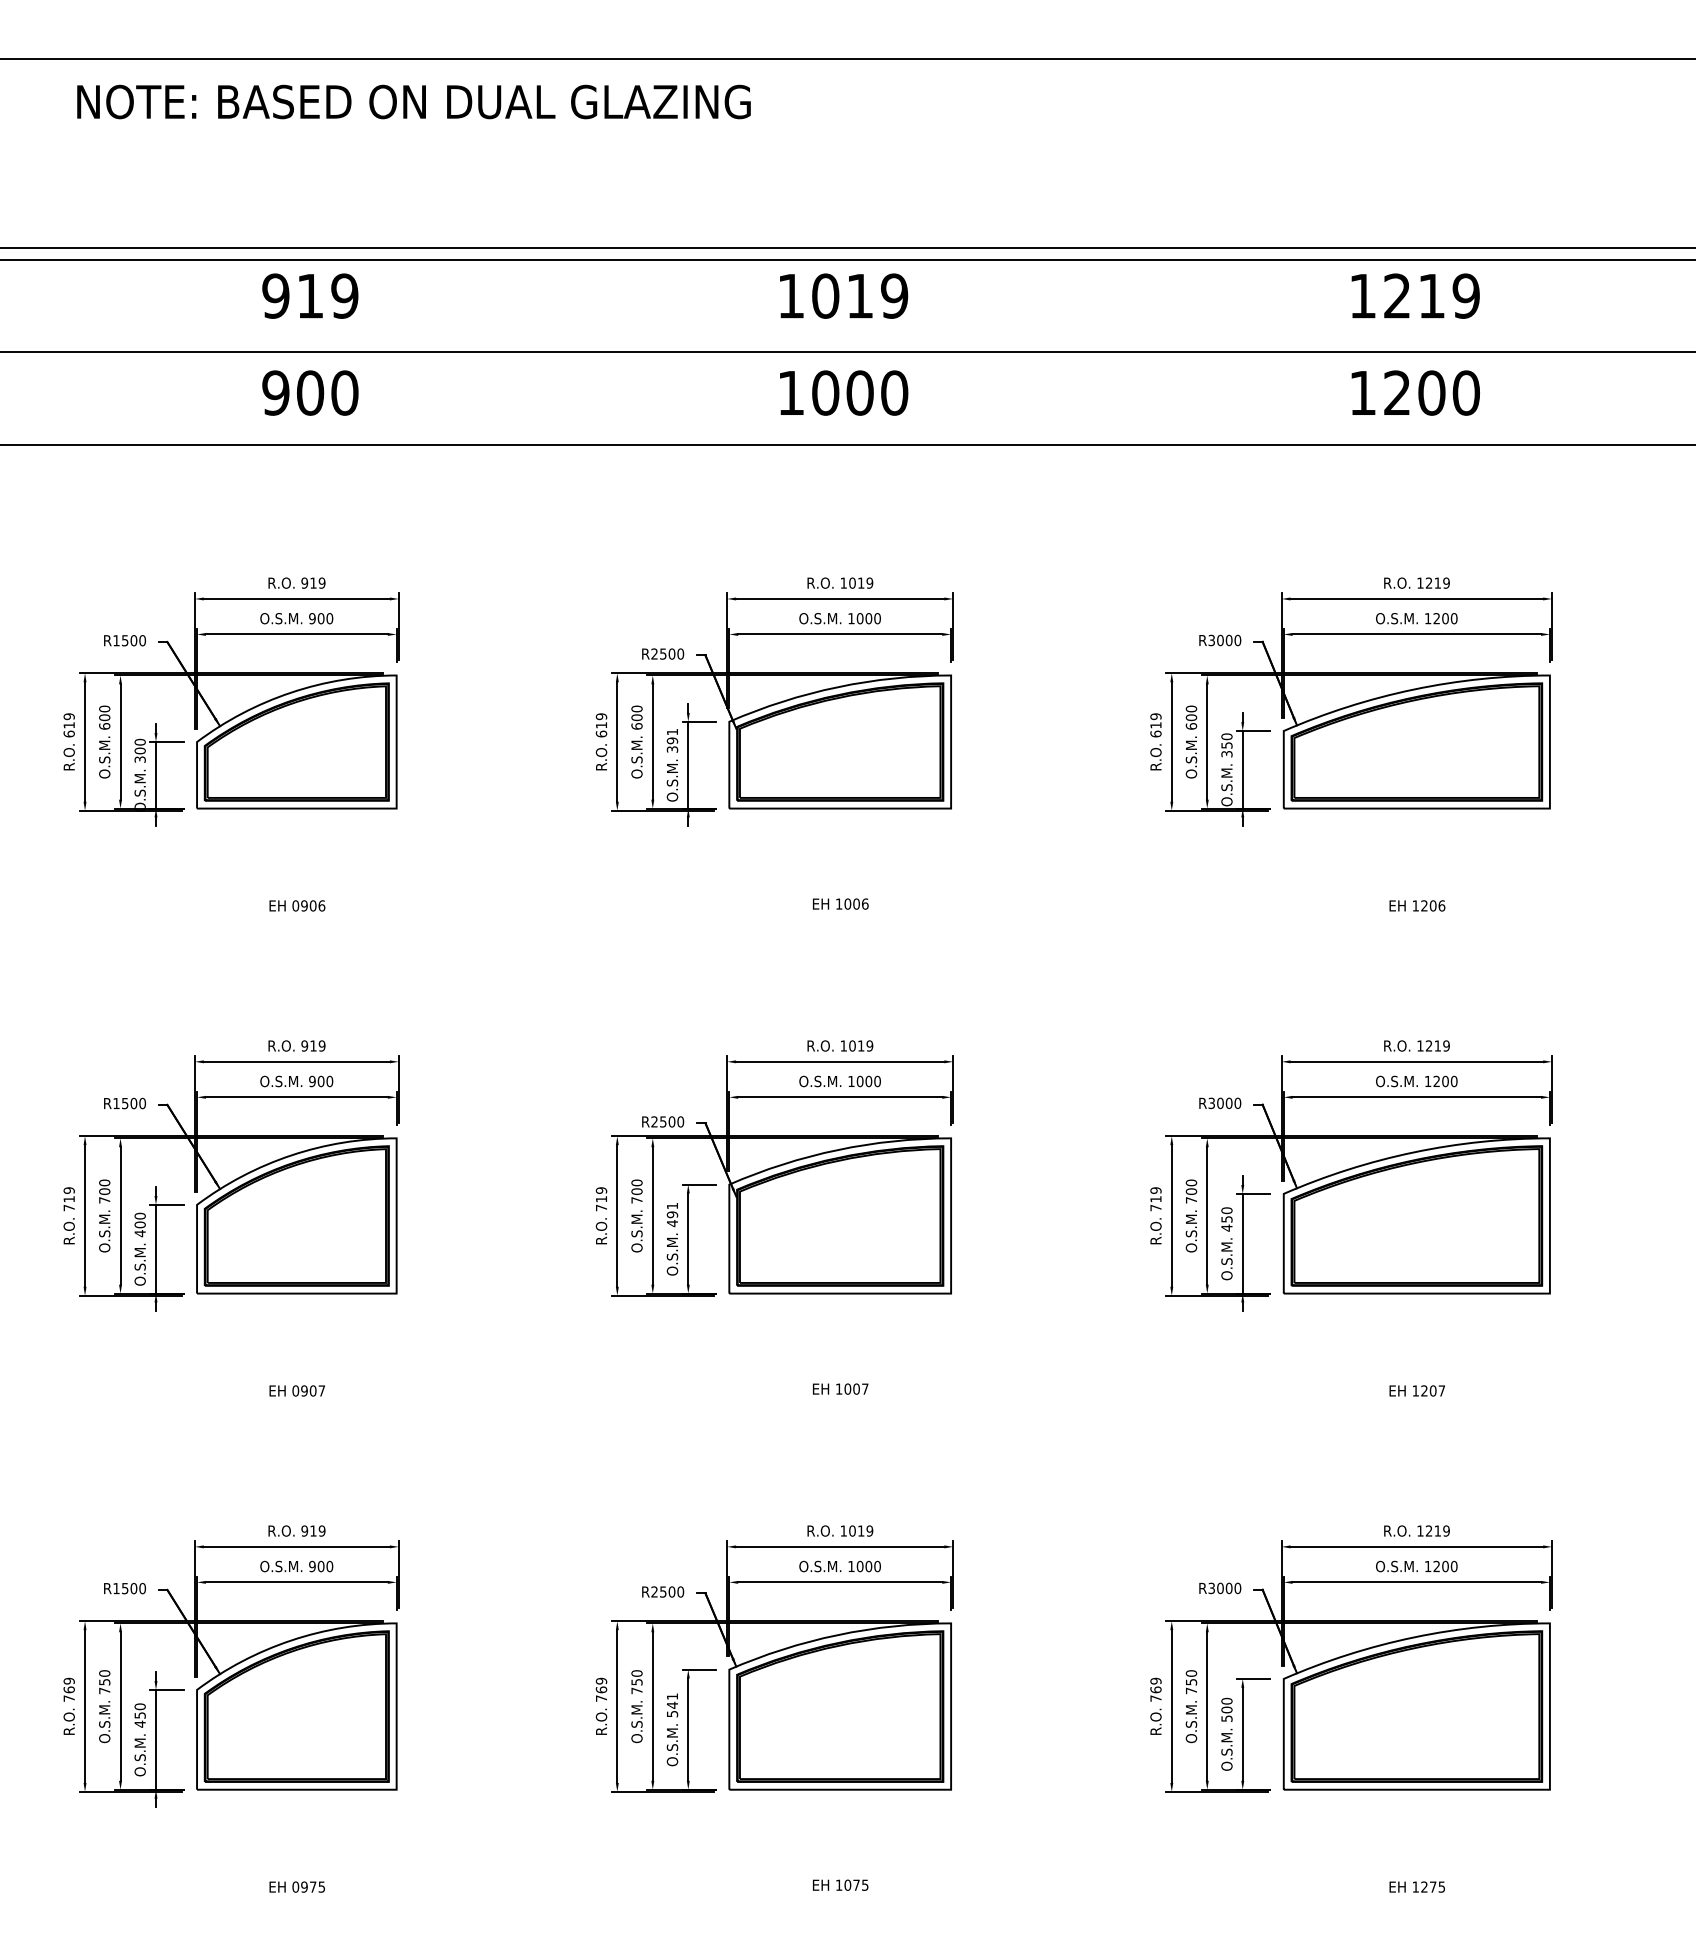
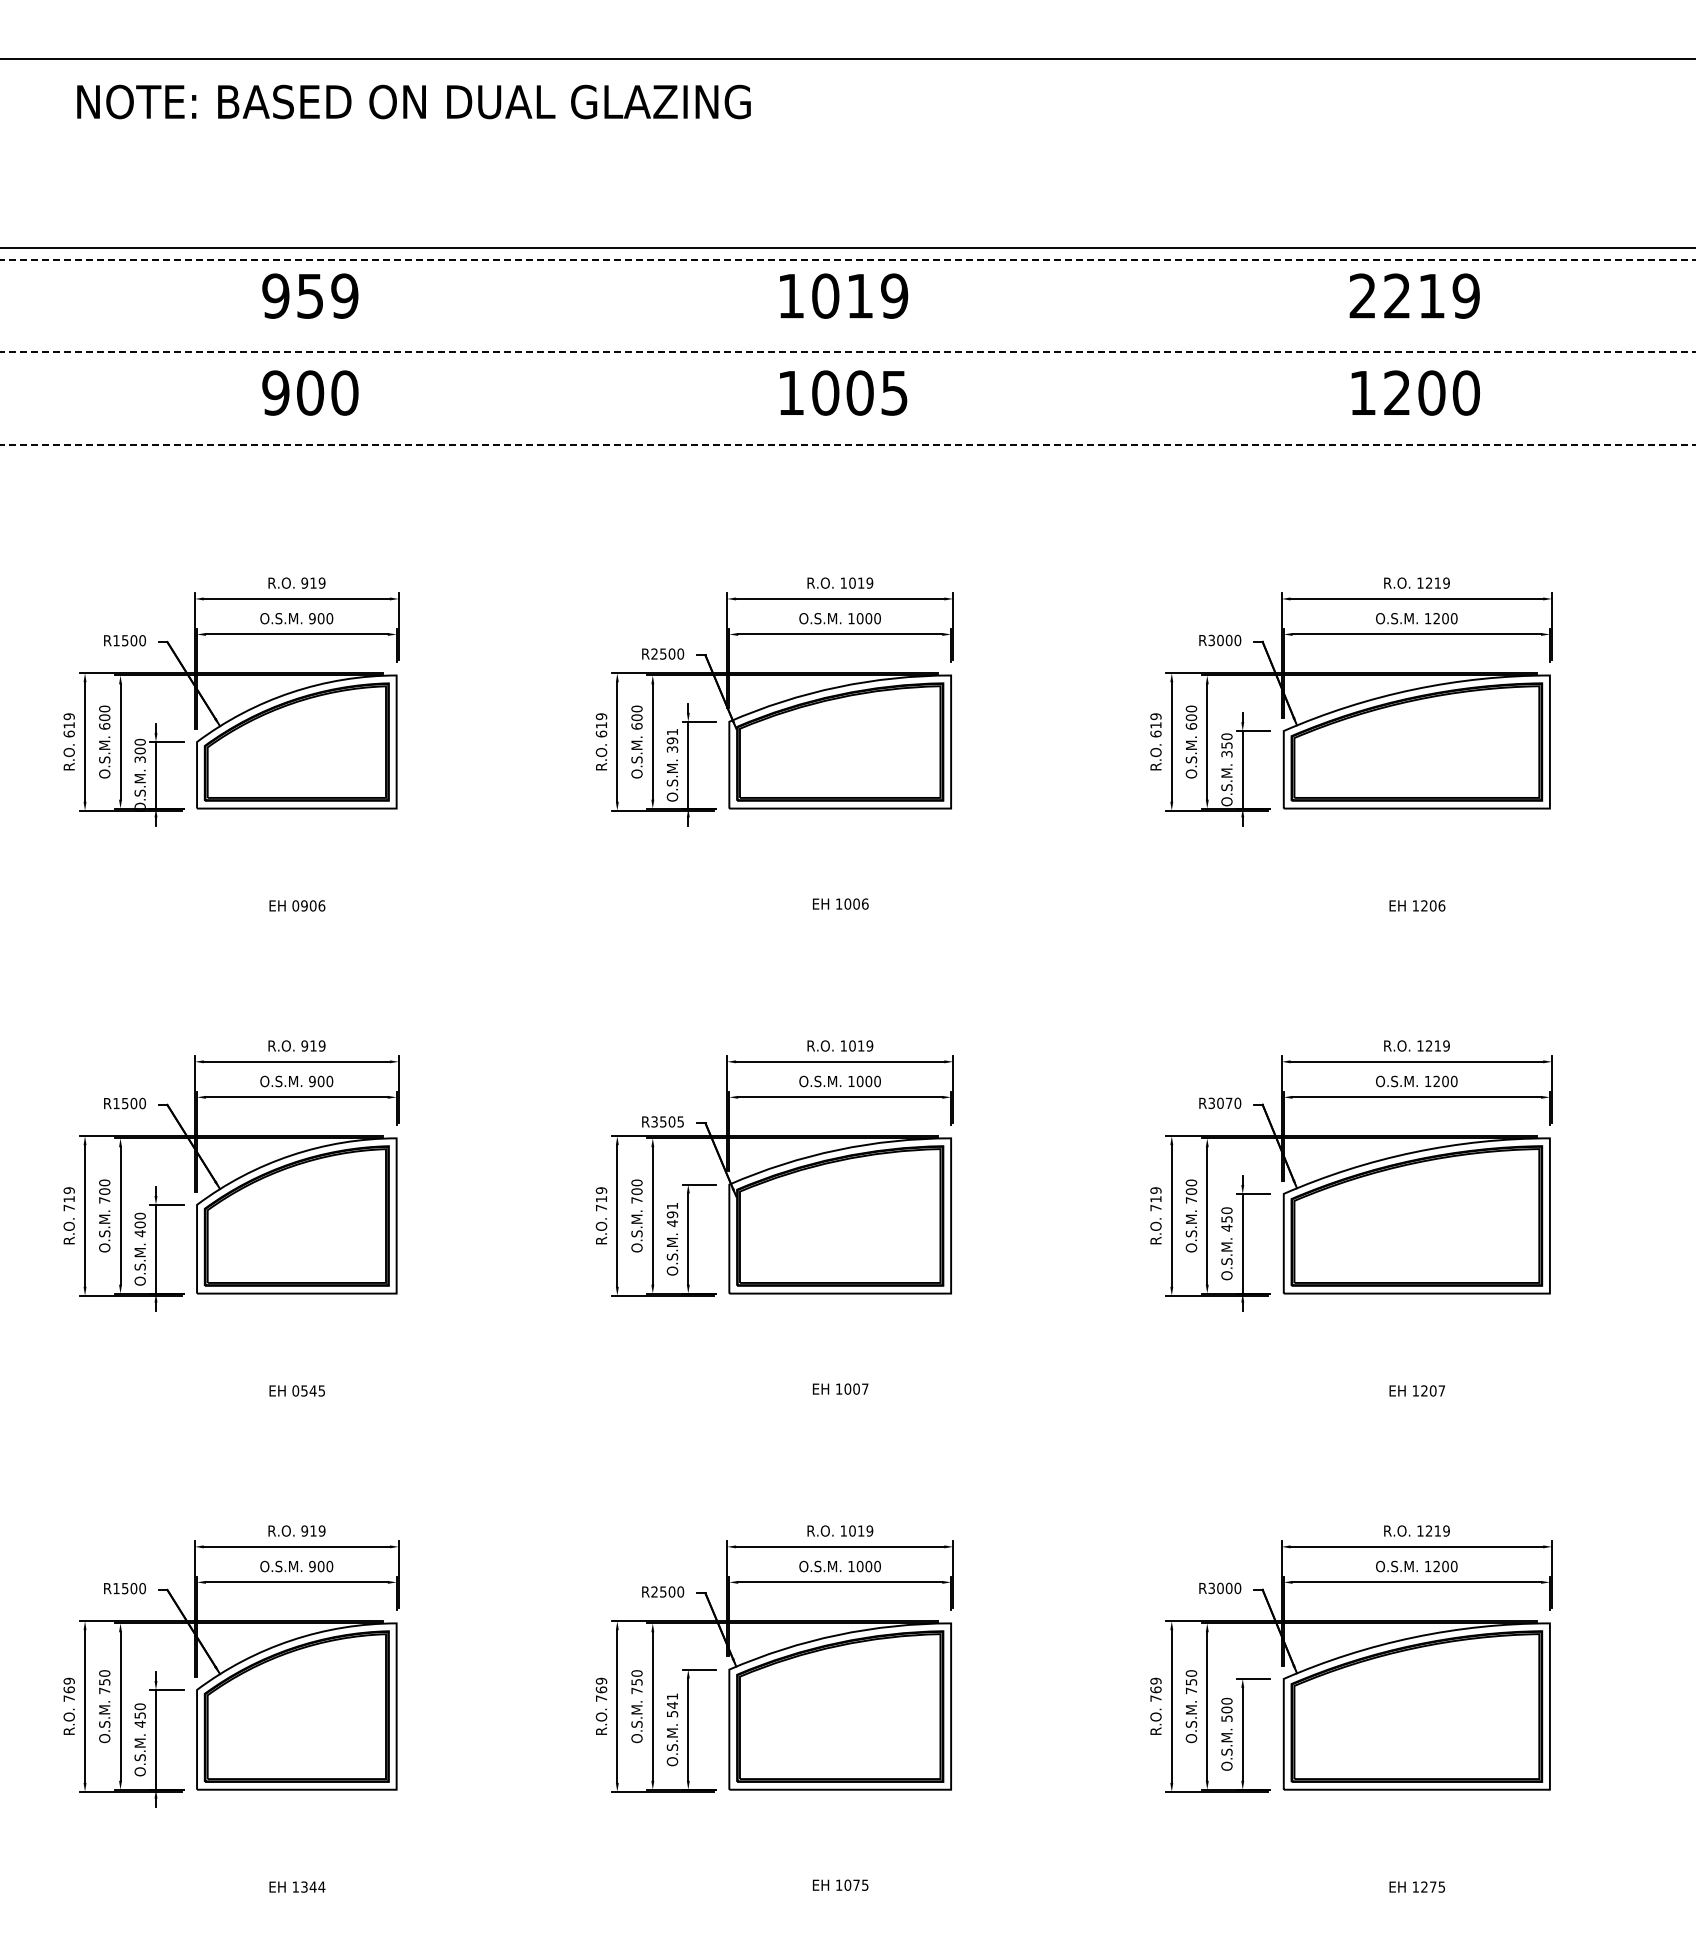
line at (847, 259): solid -> dashed
text at (1362, 295): 1219 -> 2219
text at (309, 296): 919 -> 959
line at (848, 352): solid -> dashed
text at (894, 392): 1000 -> 1005
line at (847, 445): solid -> dashed
text at (1228, 1103): R3000 -> R3070
text at (667, 1121): R2500 -> R3505
text at (312, 1390): 0907 -> 0545
text at (308, 1886): 0975 -> 1344
